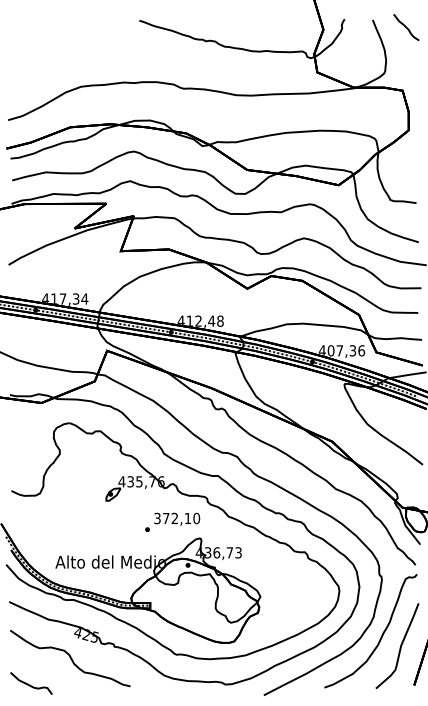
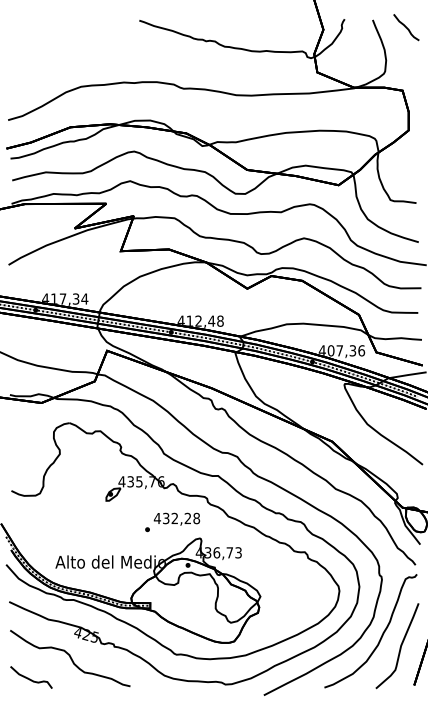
text at (176, 518): 372,10 -> 432,28
curve at (30, 684) position: (30, 684) -> (30, 678)
